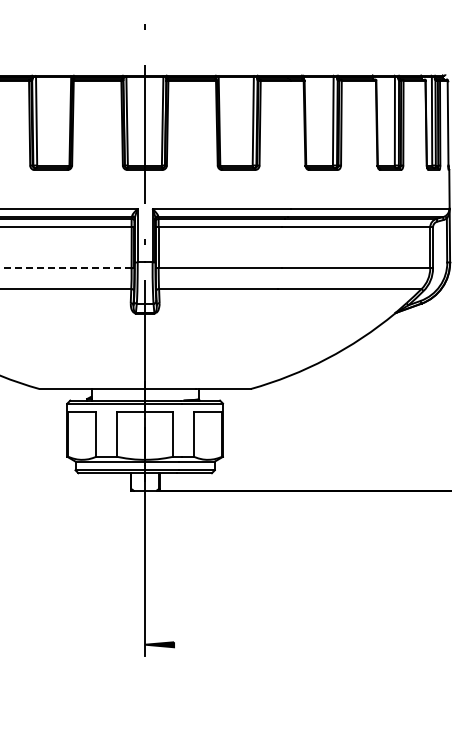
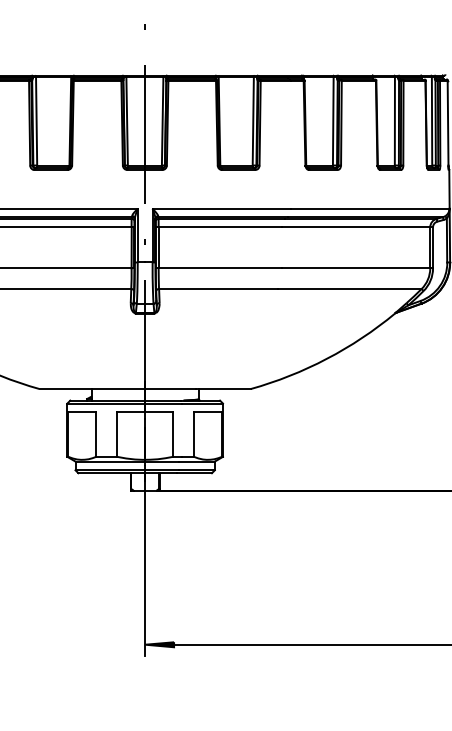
line at (65, 268): dashed -> solid
line at (311, 644): none -> present
